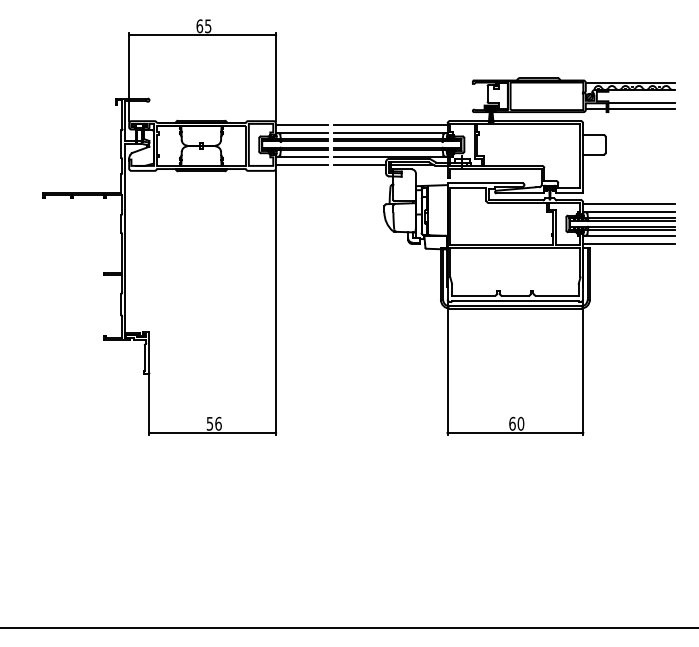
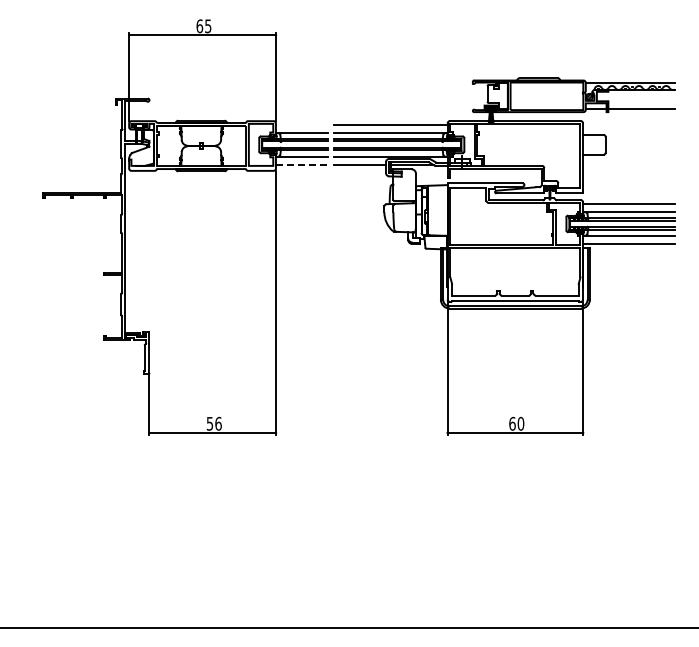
line at (641, 103): present -> none
line at (301, 124): present -> none
line at (301, 165): solid -> dashed
